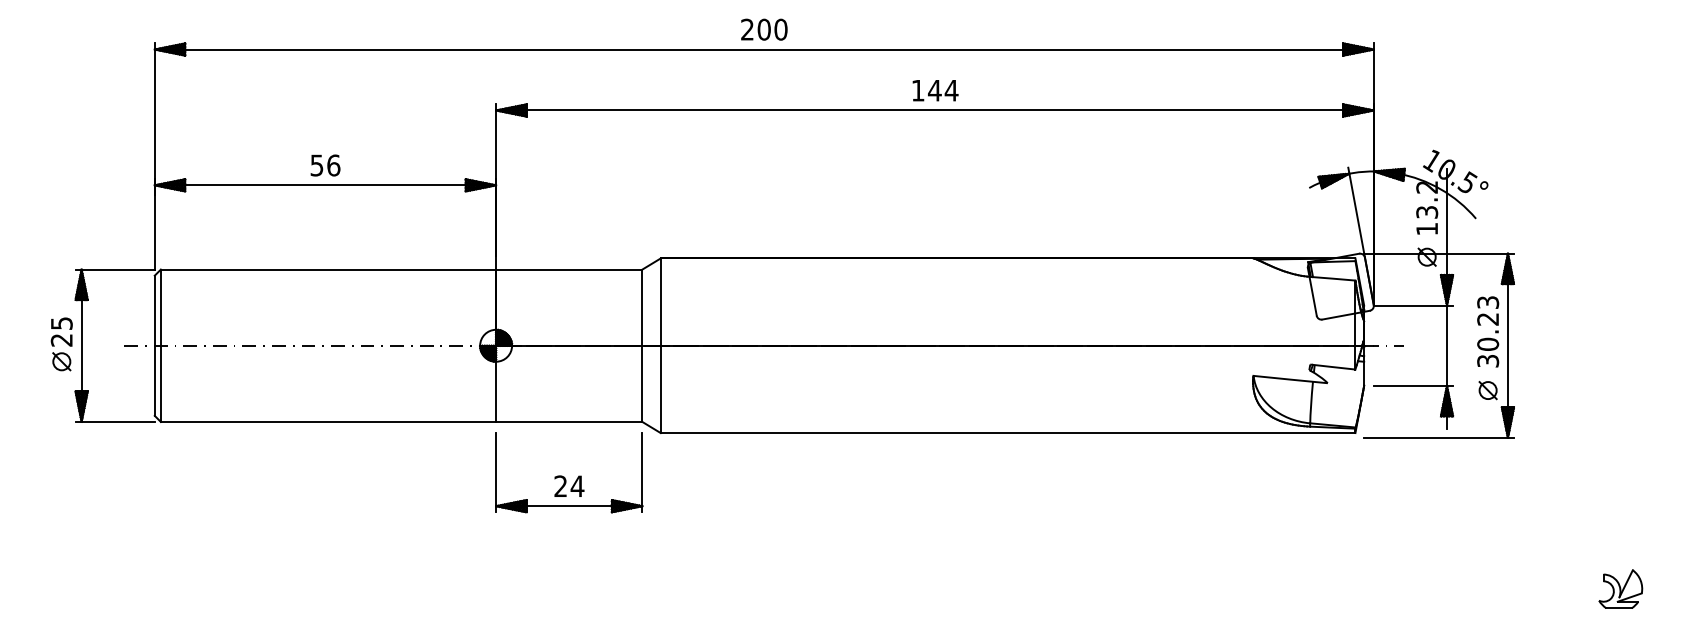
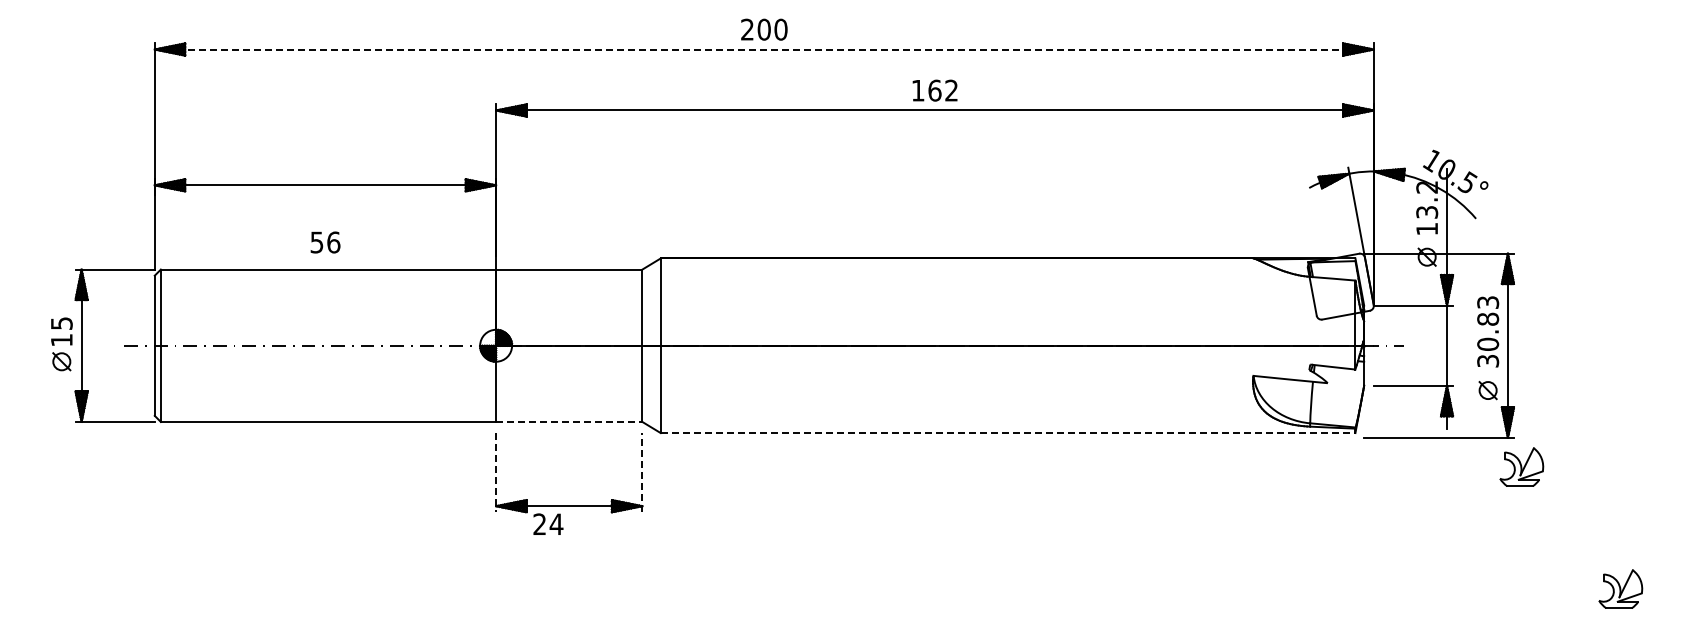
line at (764, 49): solid -> dashed
text at (943, 90): 144 -> 162
text at (325, 165) position: (325, 165) -> (325, 242)
text at (1488, 318): 30.23 -> 30.83
text at (61, 340): 25 -> 15
line at (569, 421): solid -> dashed
line at (1008, 433): solid -> dashed
part at (1521, 466): none -> present
line at (496, 472): solid -> dashed
line at (642, 472): solid -> dashed
text at (569, 485) position: (569, 485) -> (548, 523)
